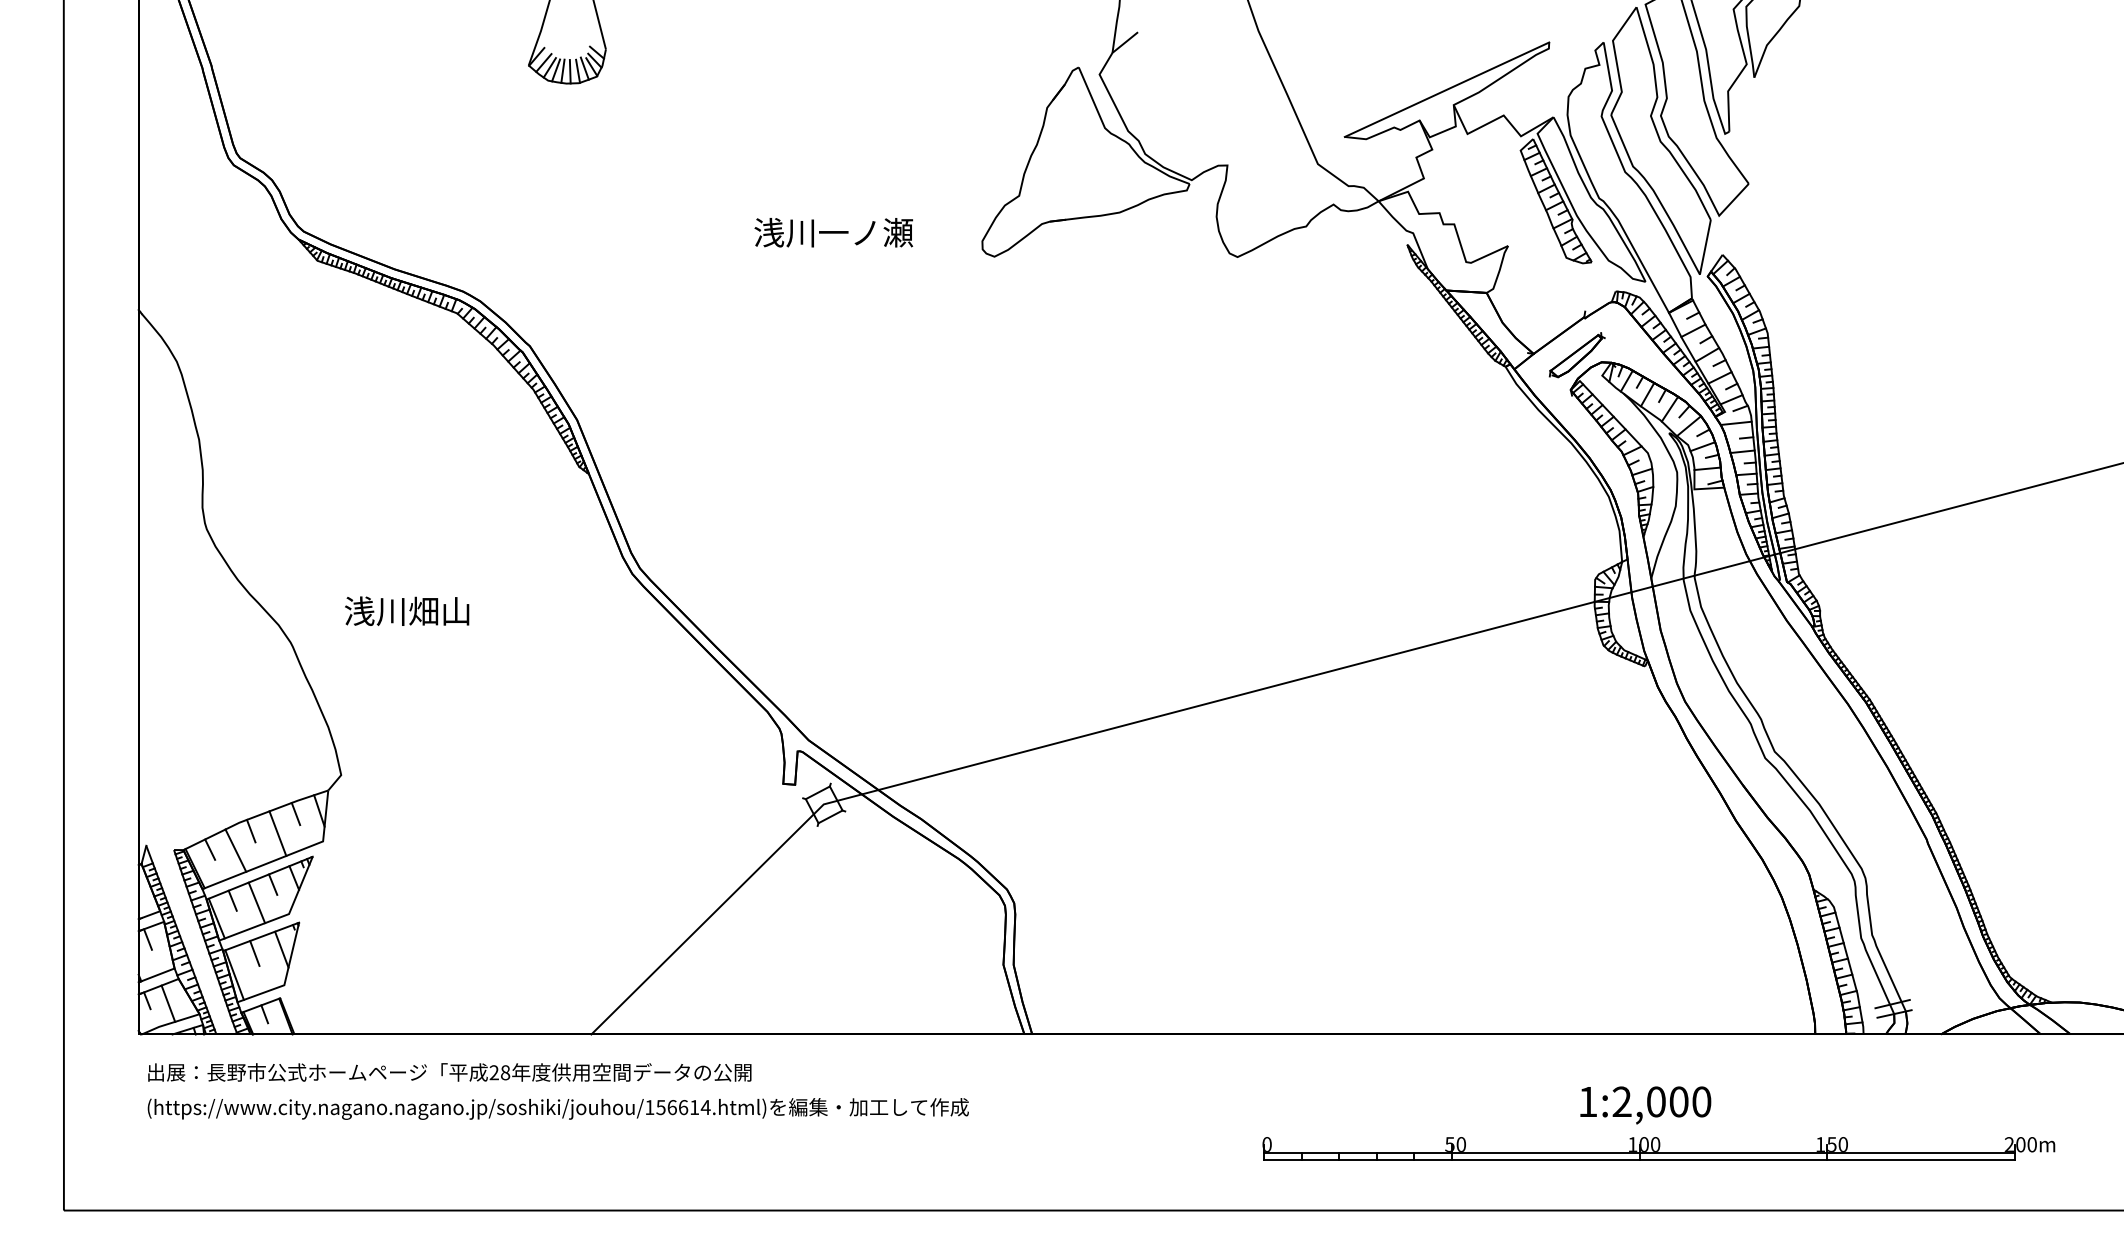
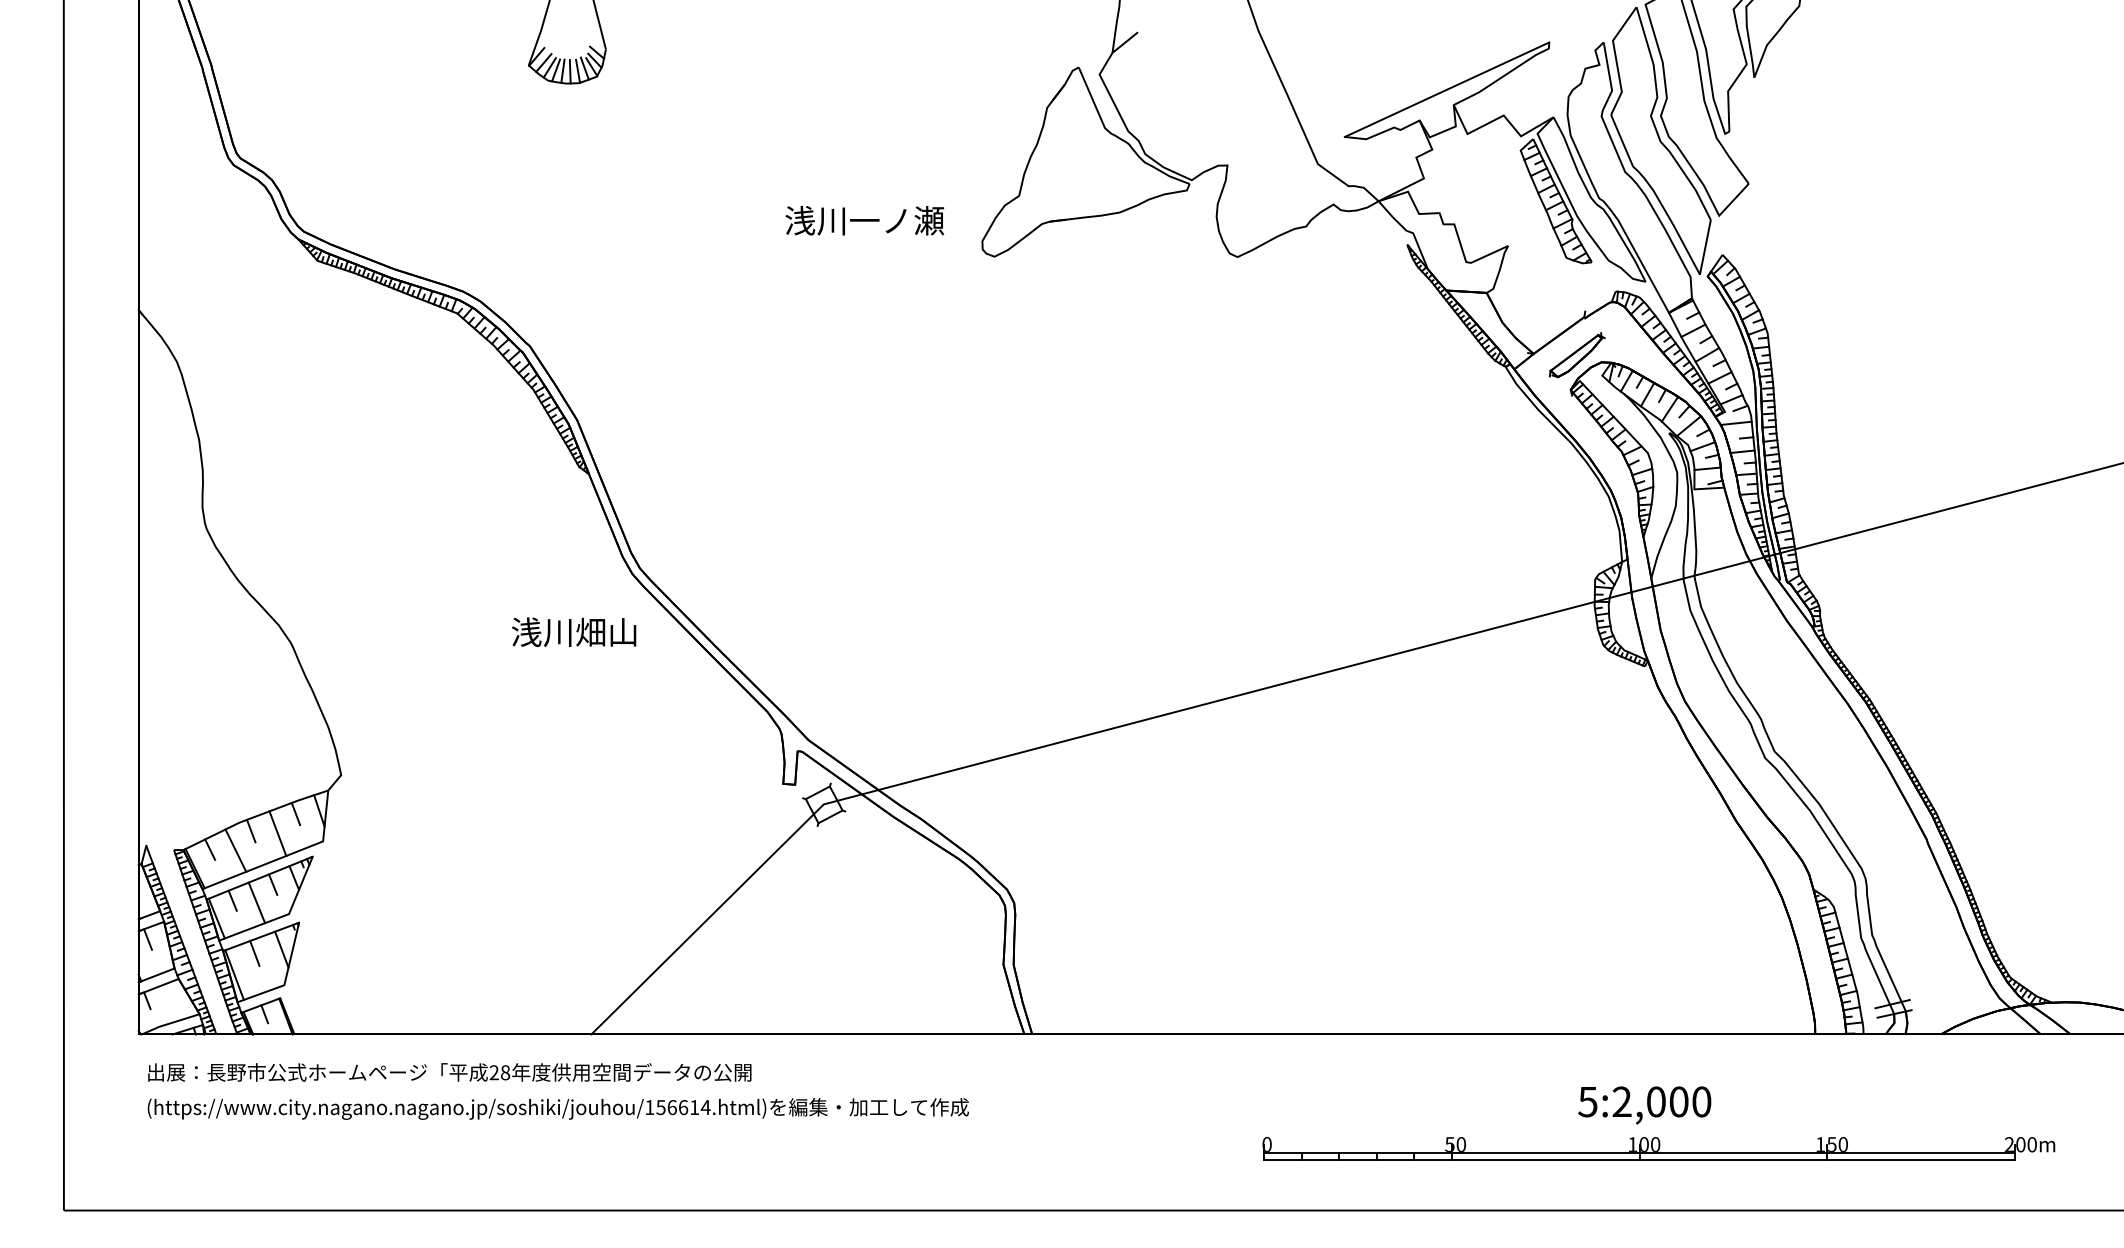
text at (833, 232) position: (833, 232) -> (864, 220)
text at (407, 610) position: (407, 610) -> (574, 631)
line at (168, 1003): present -> none
text at (1587, 1102): 1:2,000 -> 5:2,000
